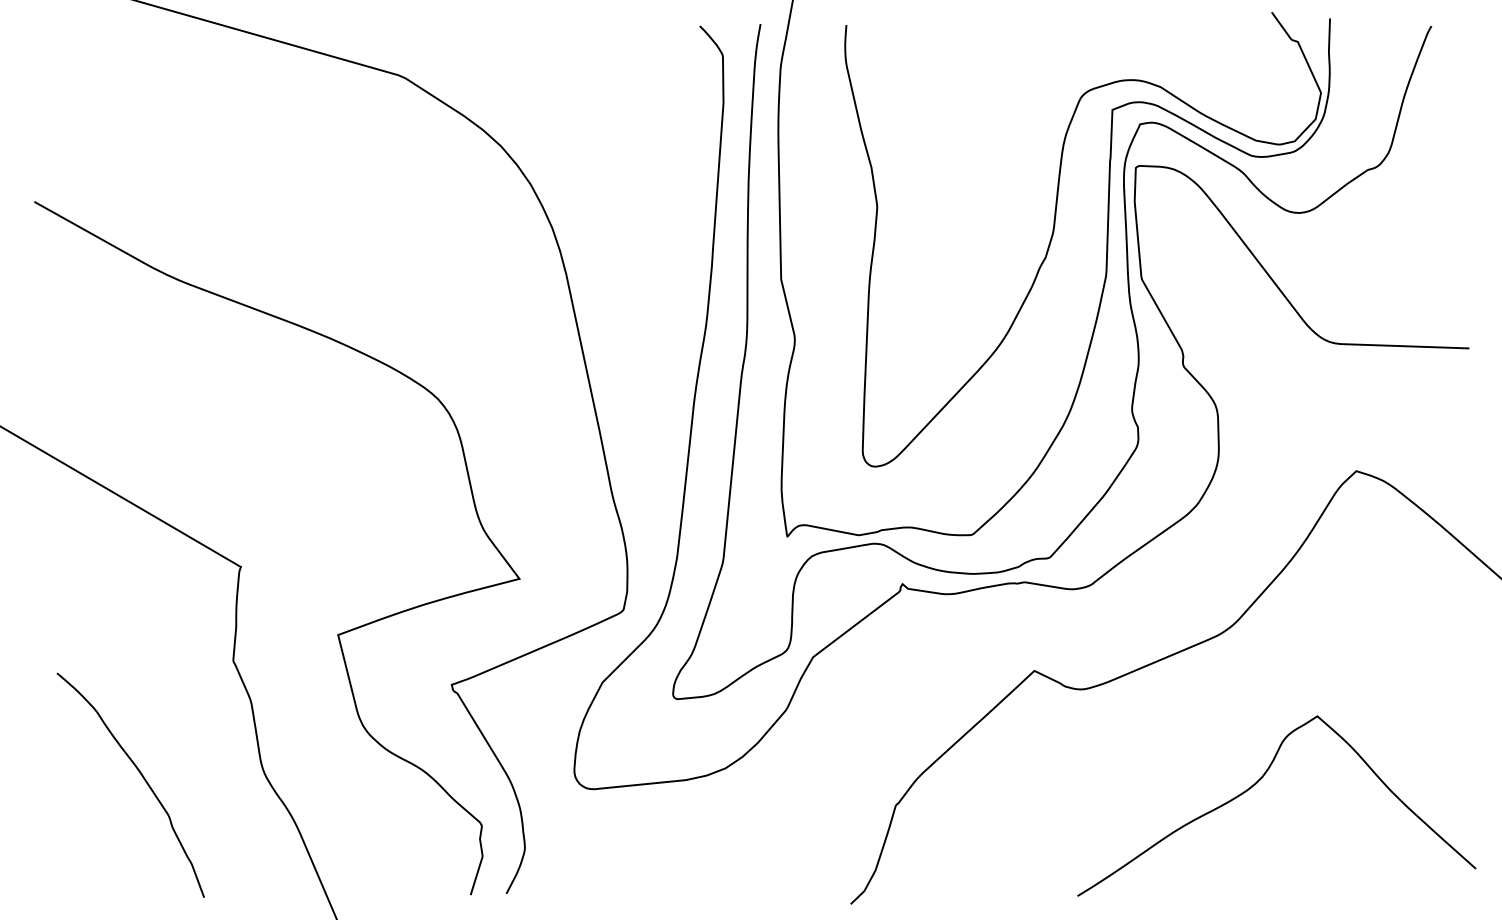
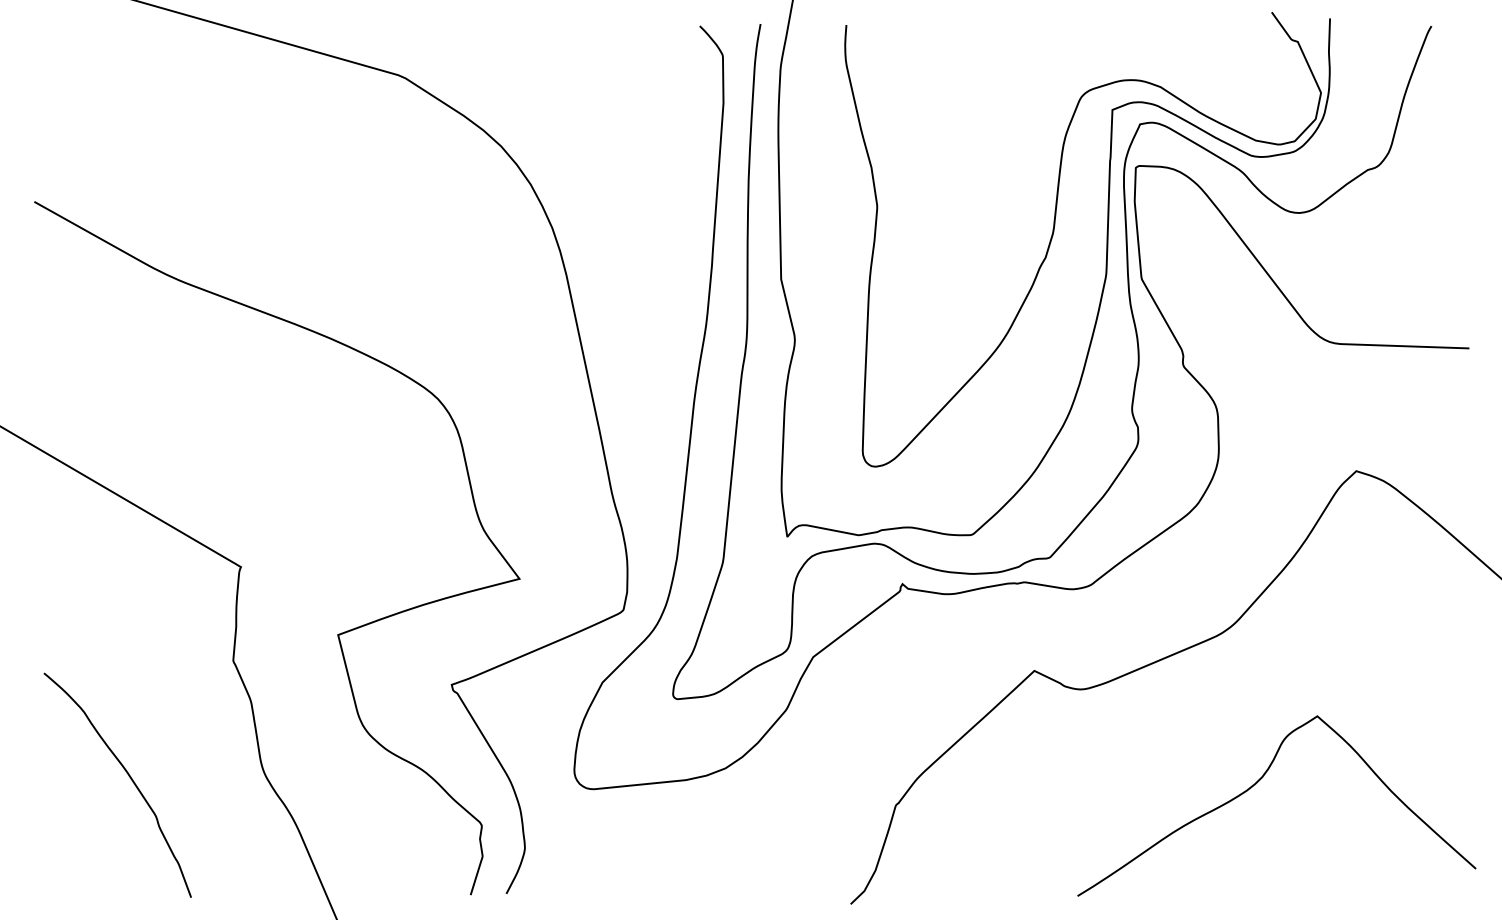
curve at (141, 776) position: (141, 776) -> (128, 776)
